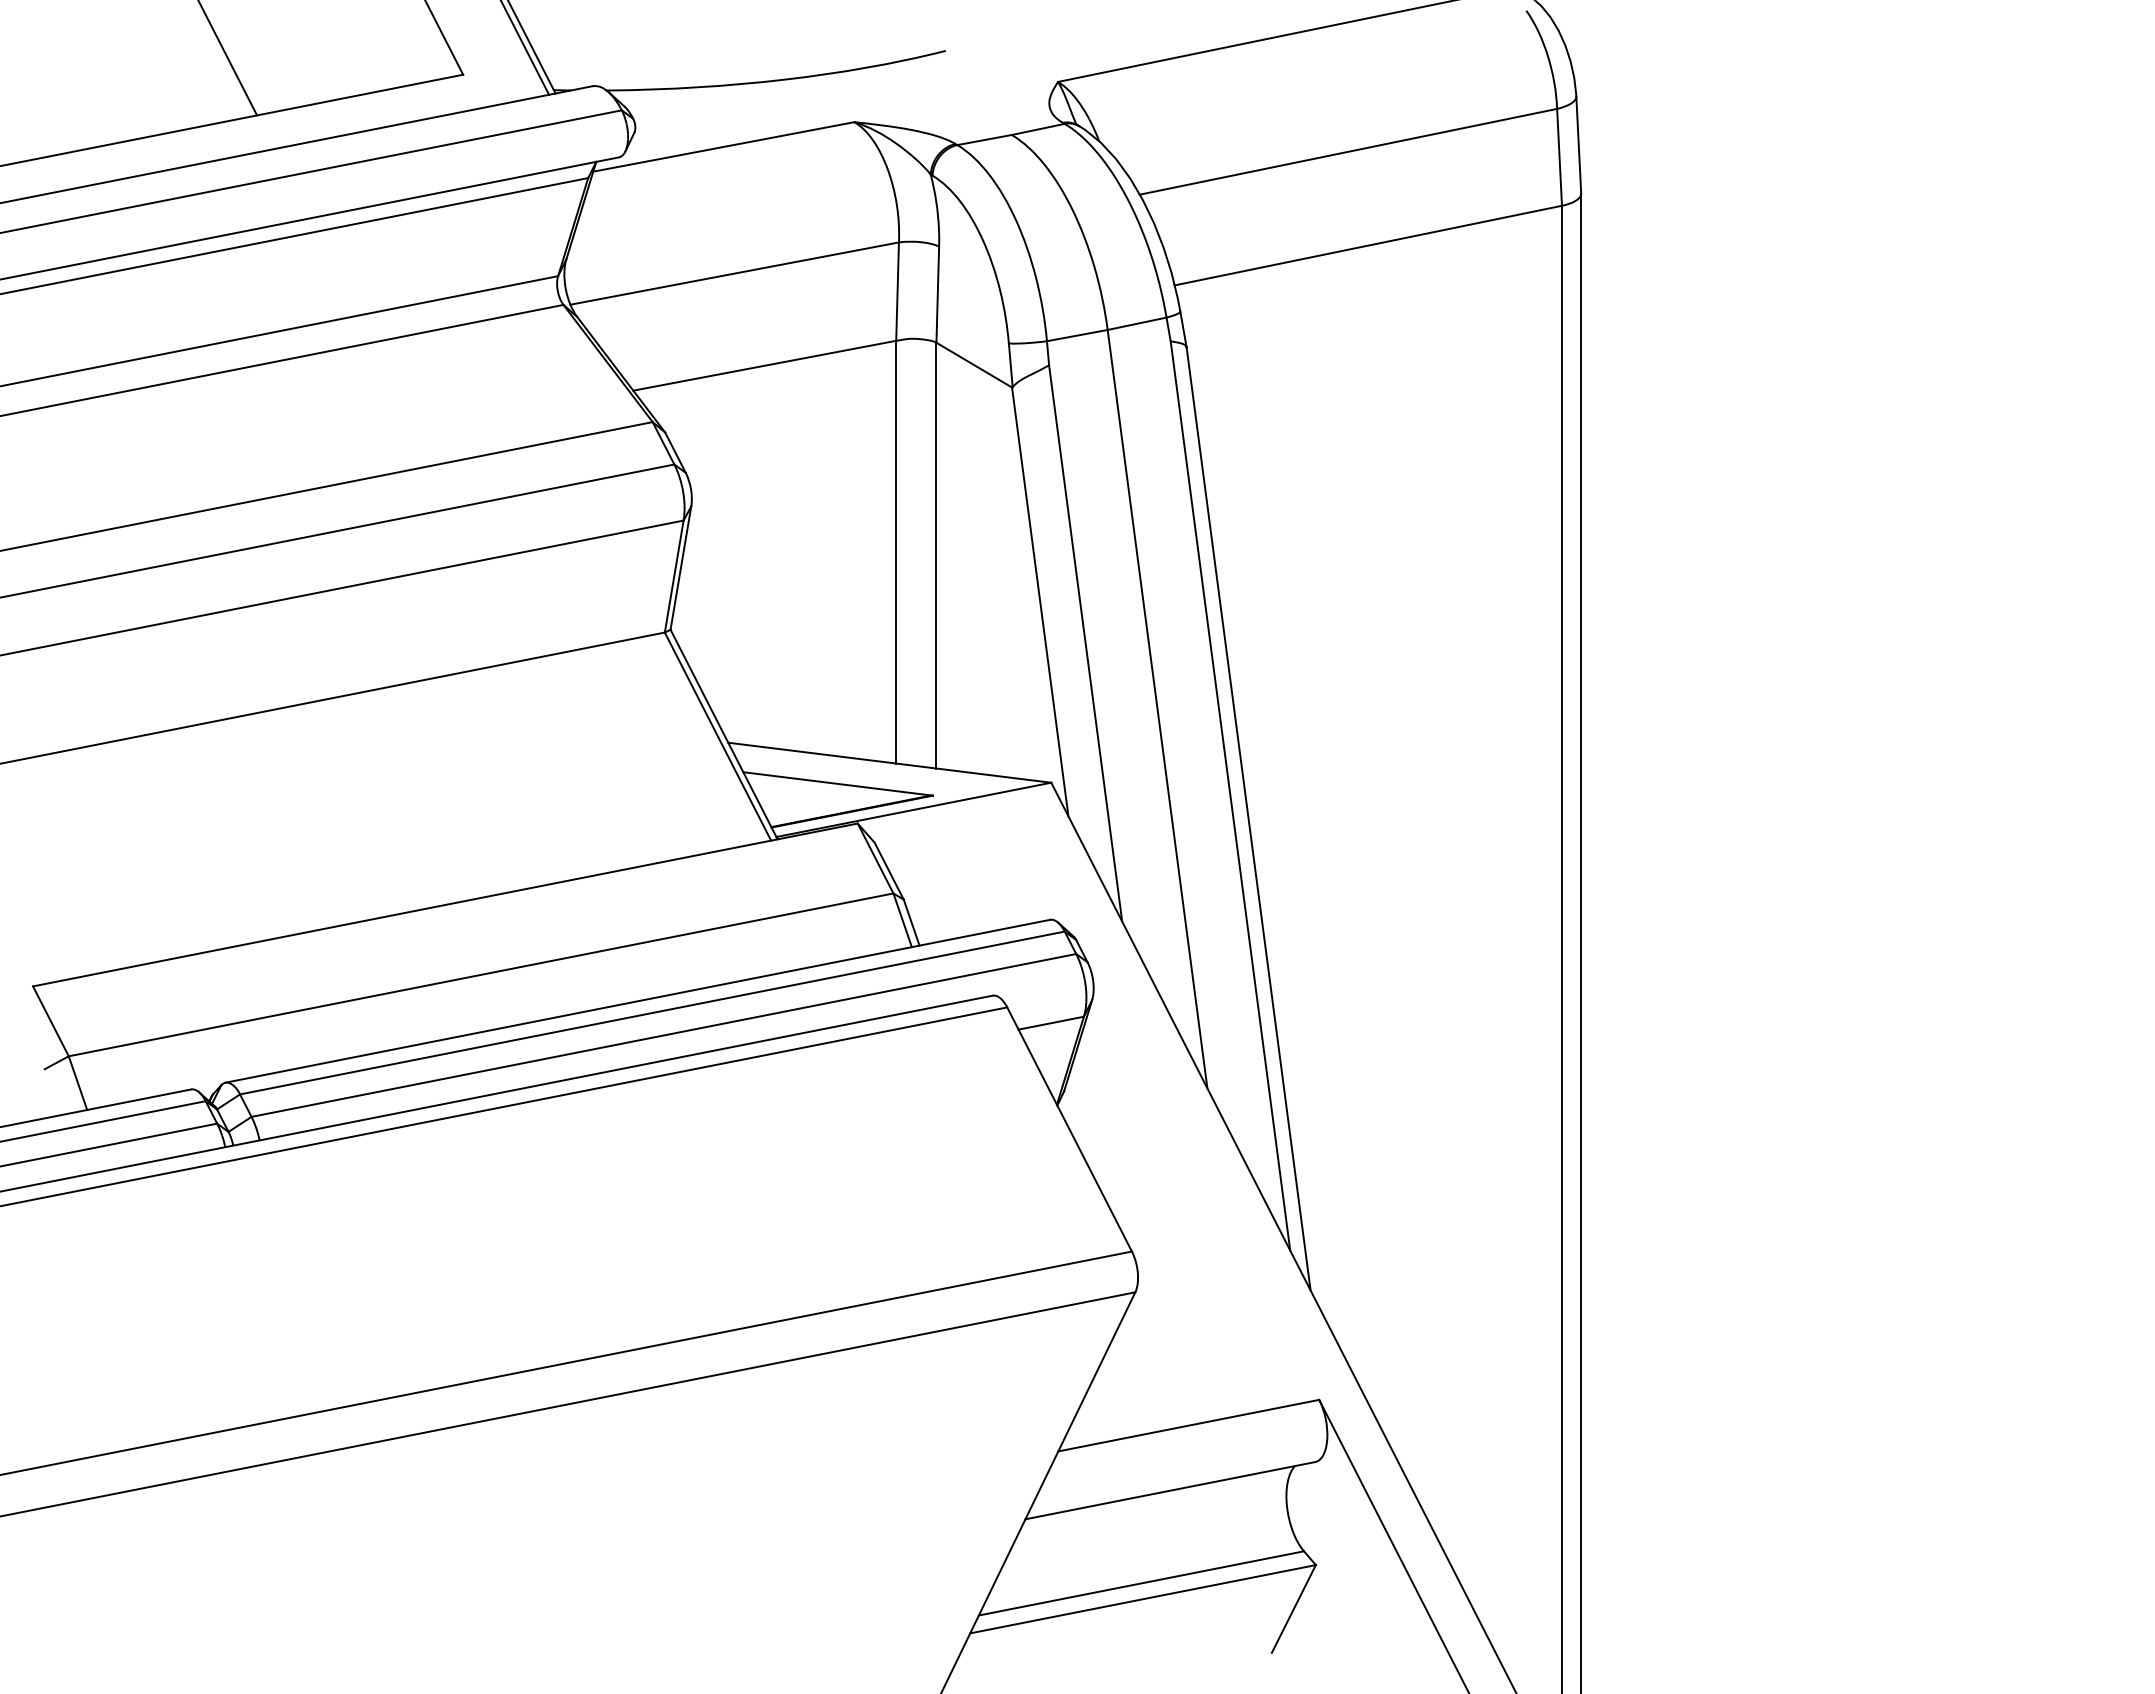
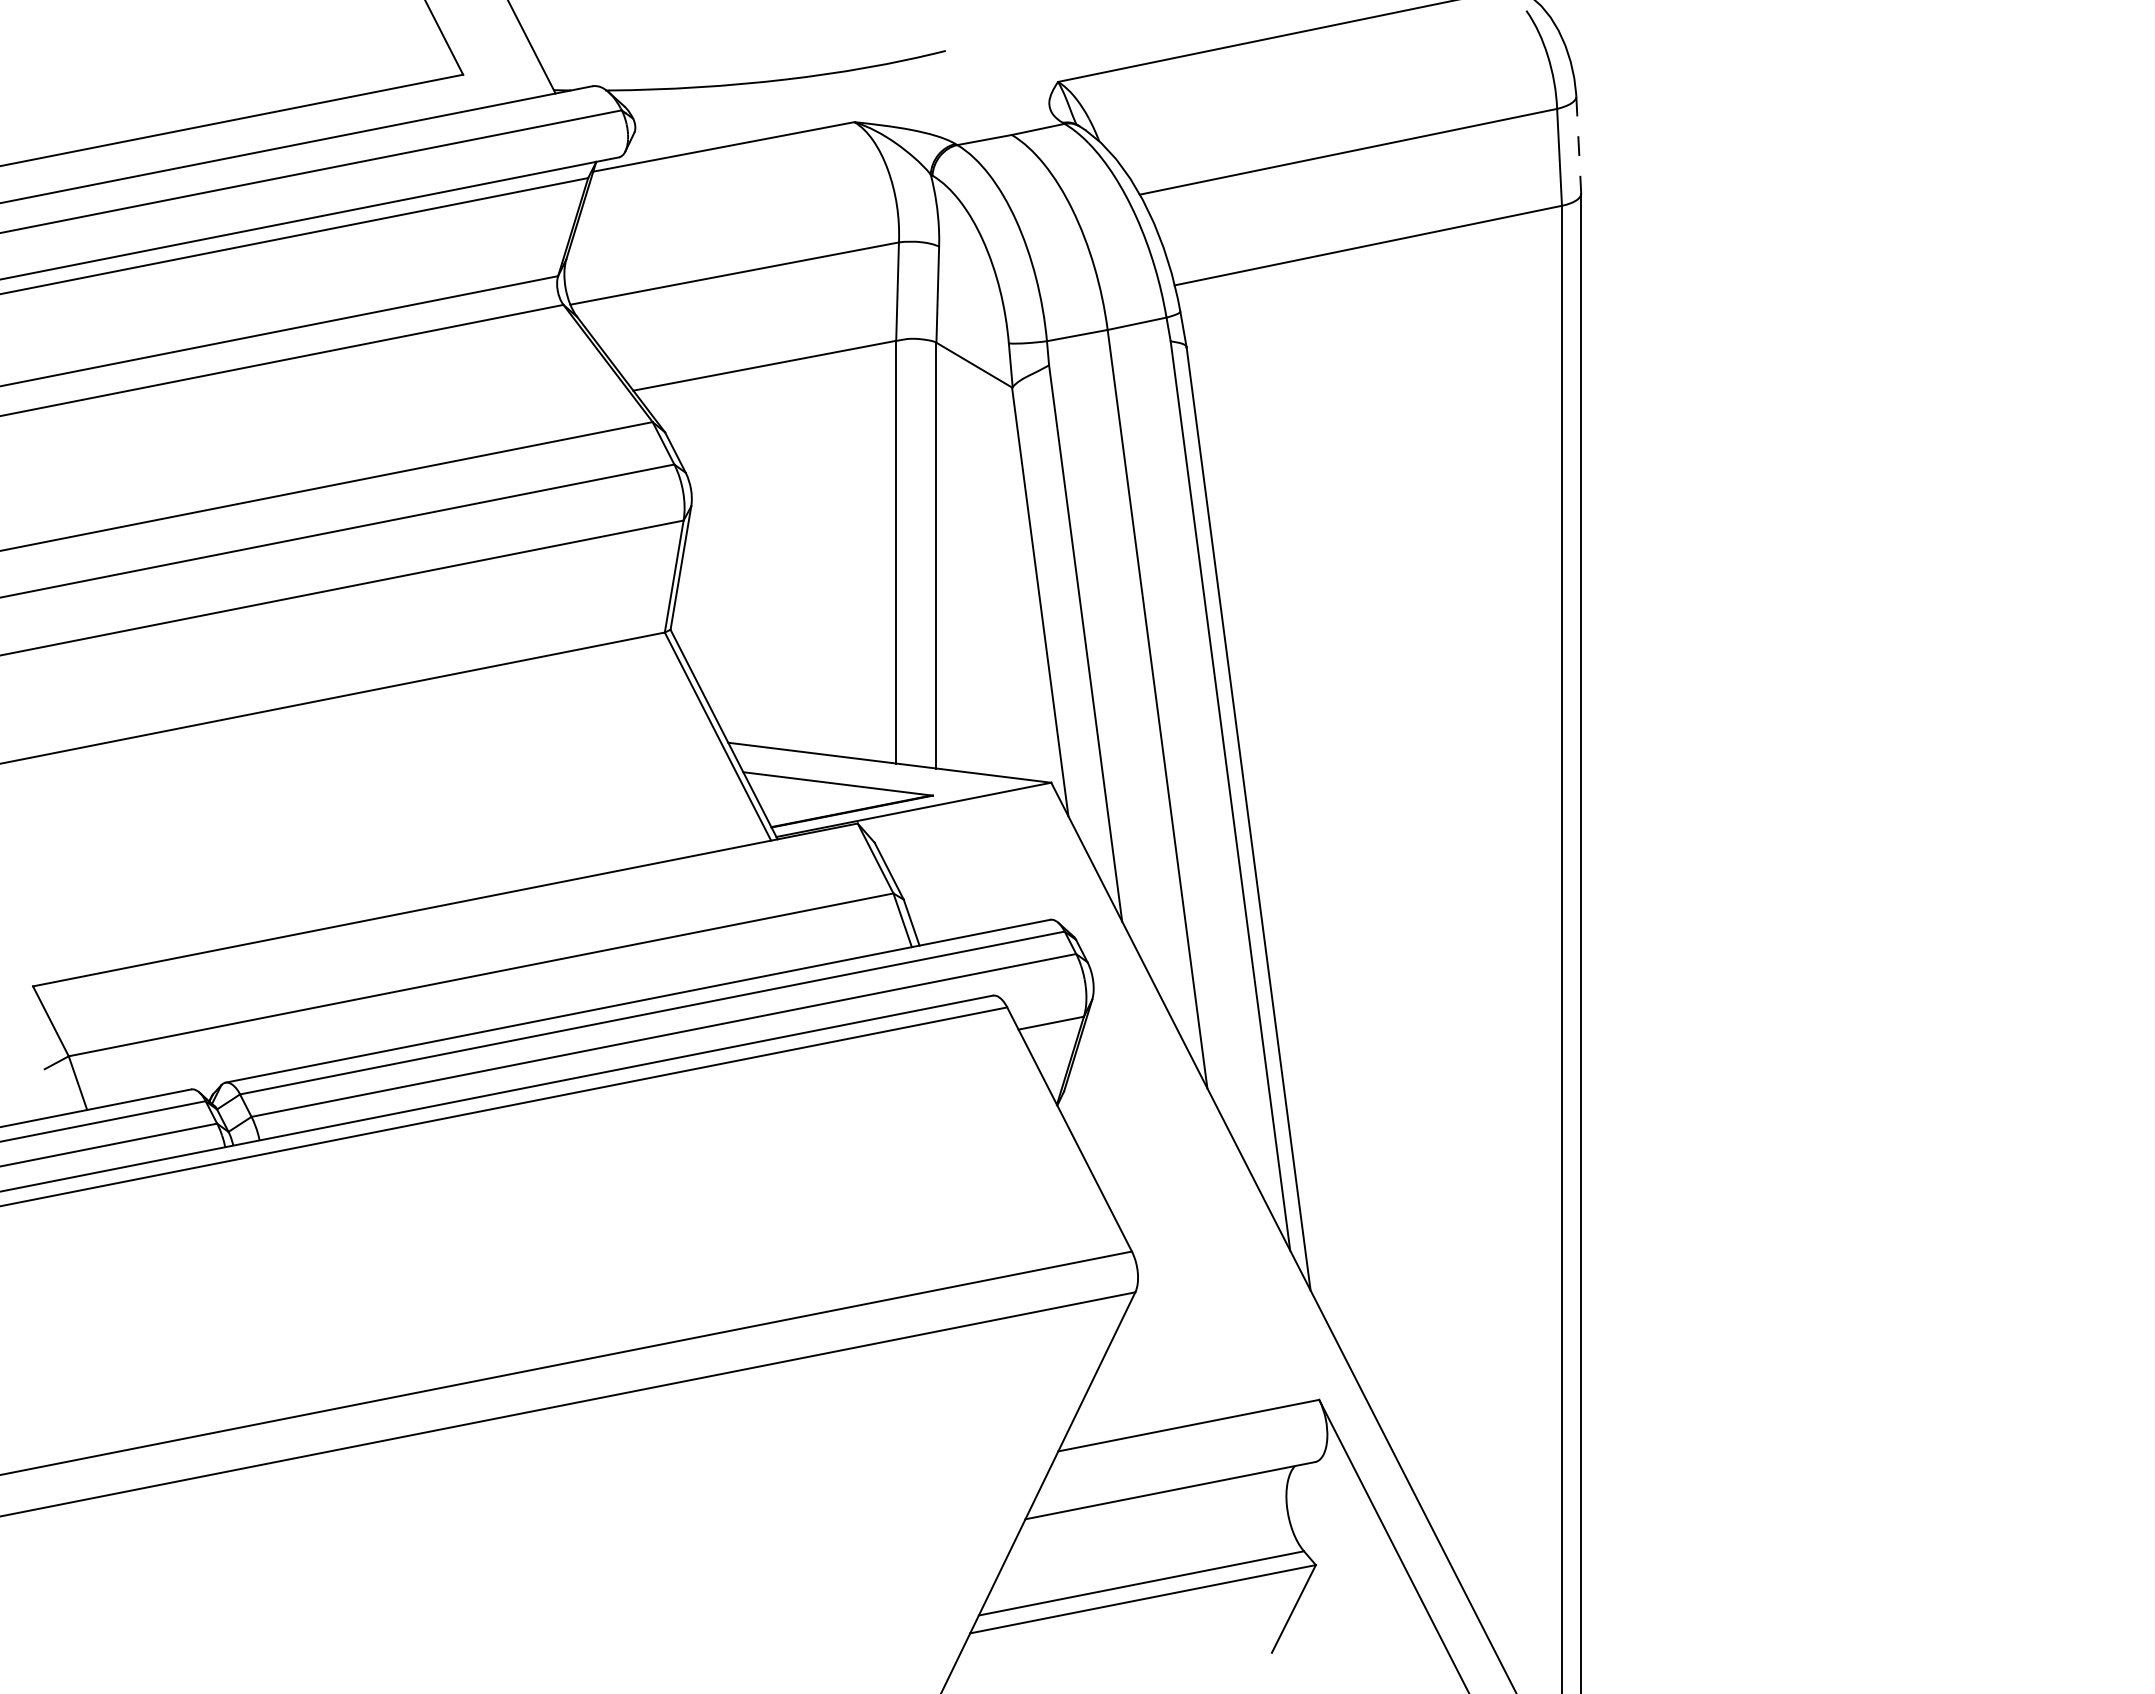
line at (525, 48): present -> none
line at (228, 58): present -> none
line at (1578, 145): solid -> dashed
